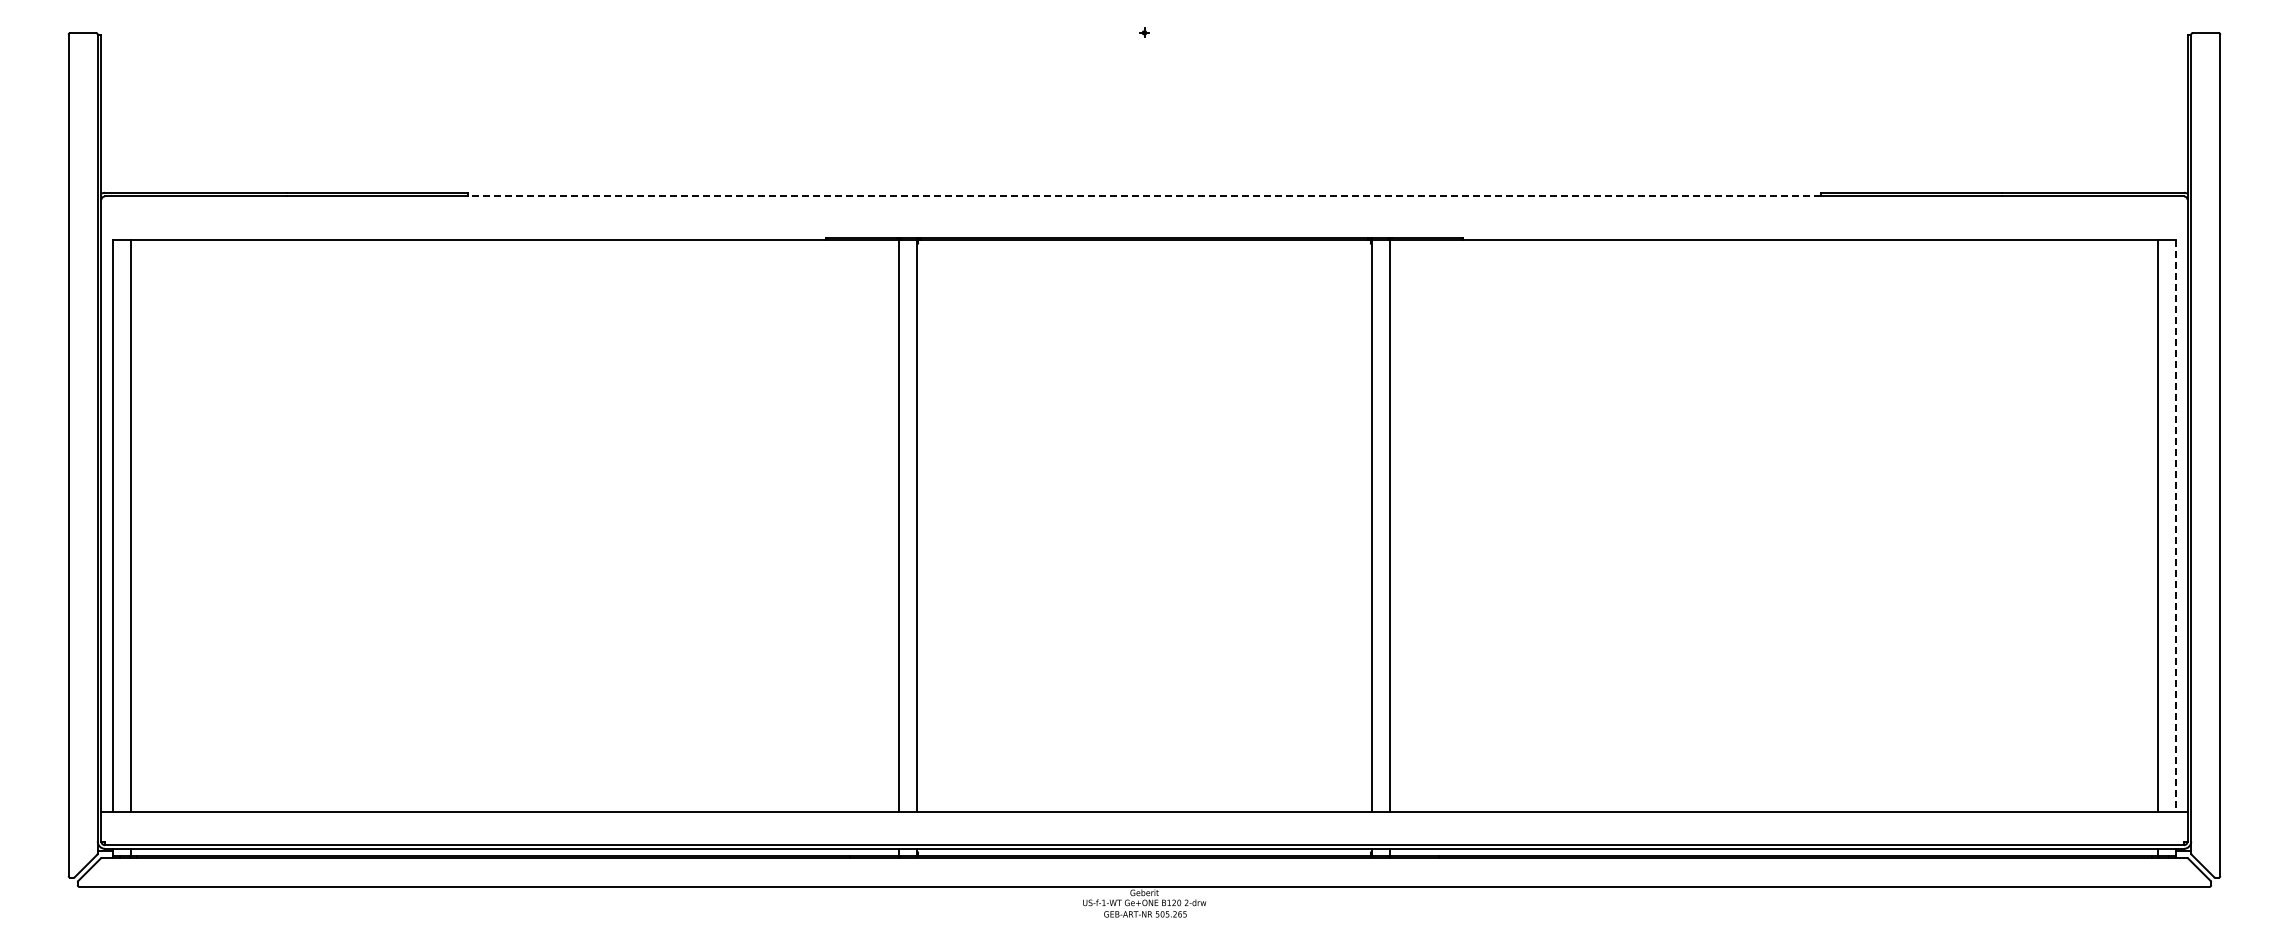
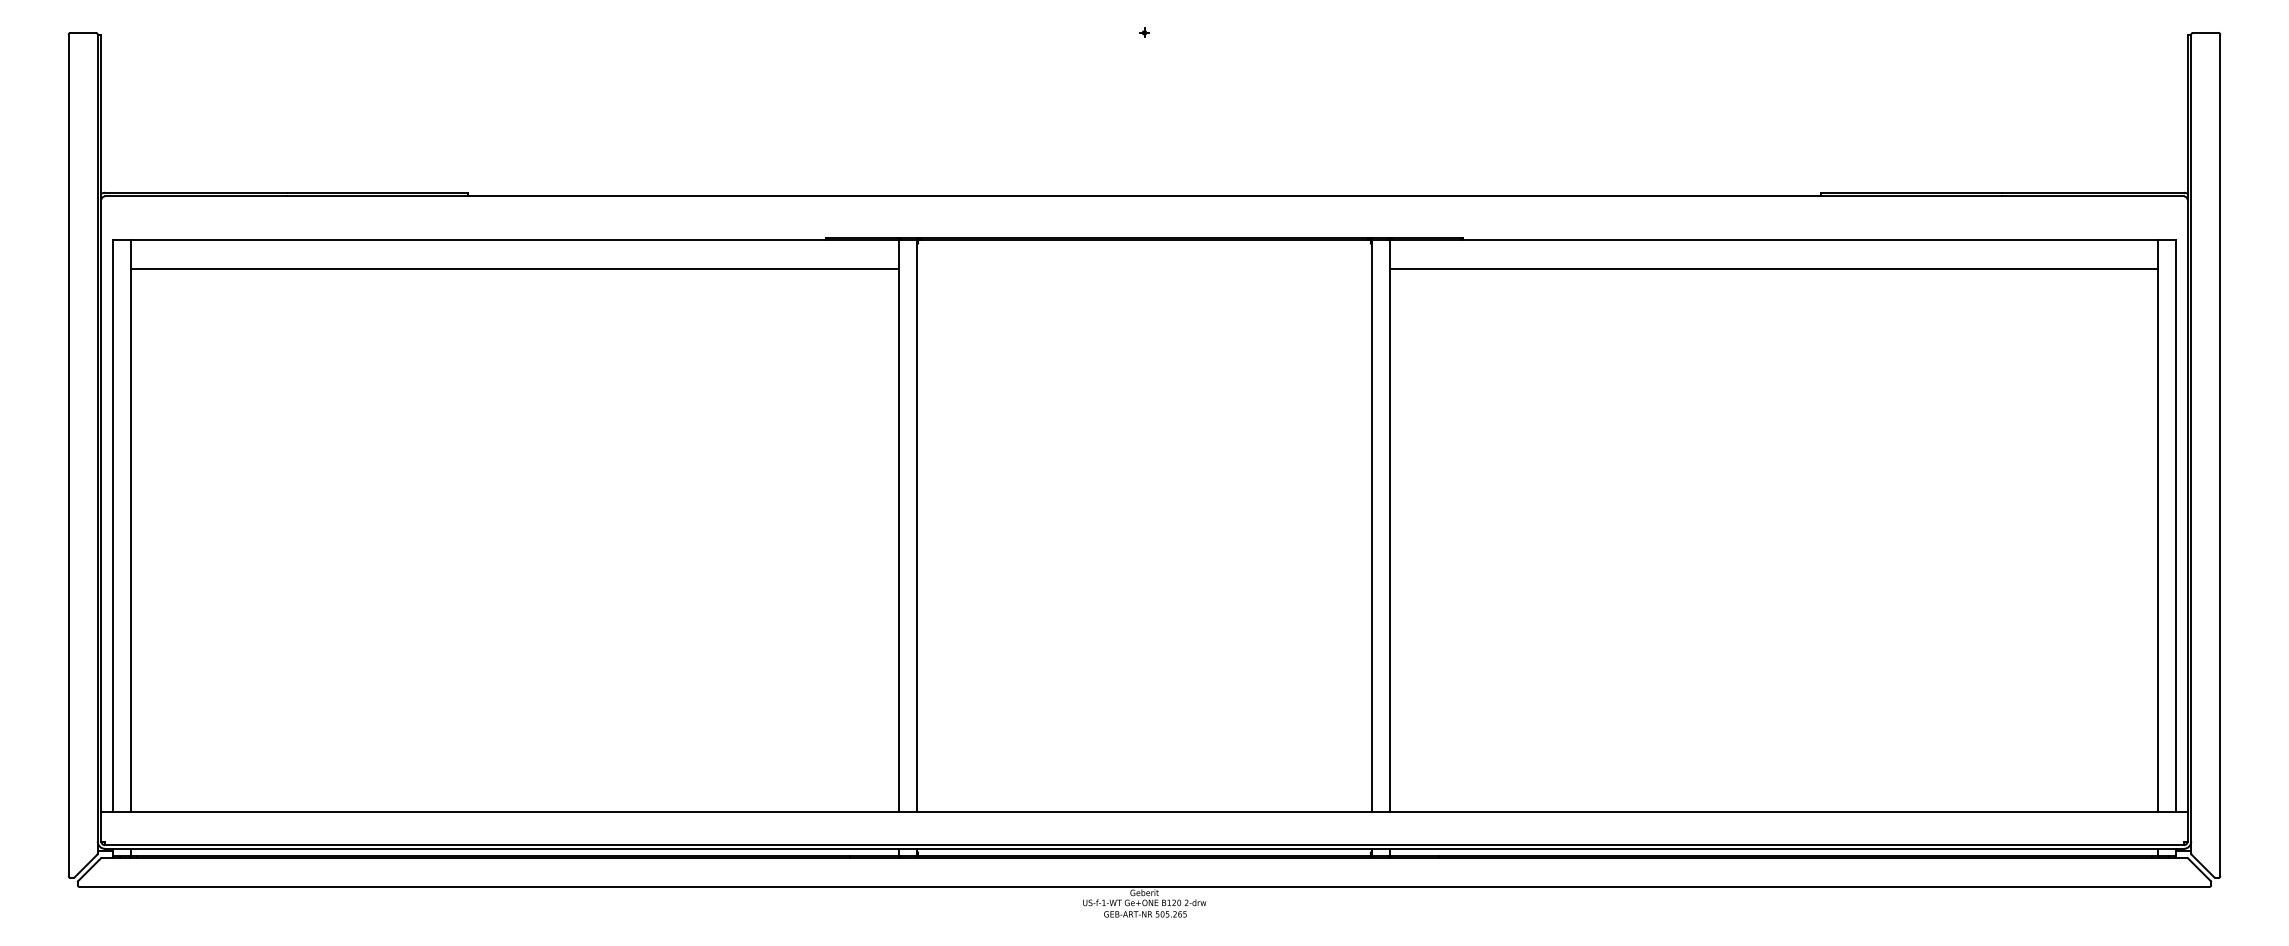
line at (1144, 196): dashed -> solid
line at (515, 269): none -> present
line at (1773, 269): none -> present
line at (2175, 526): dashed -> solid
